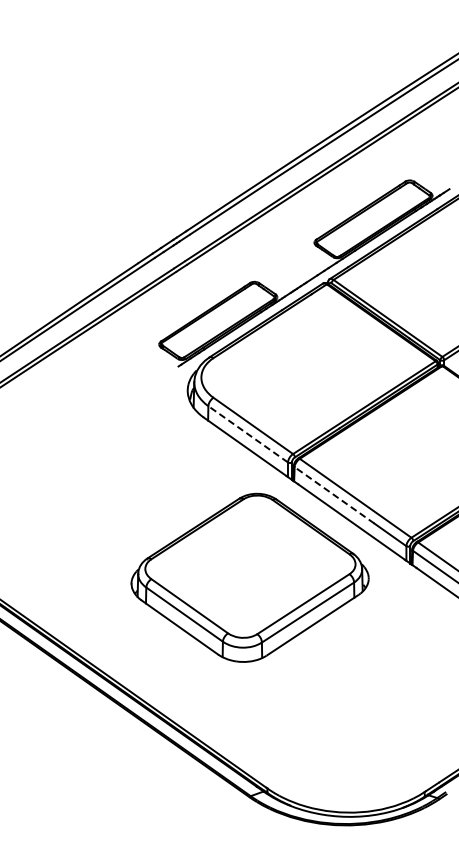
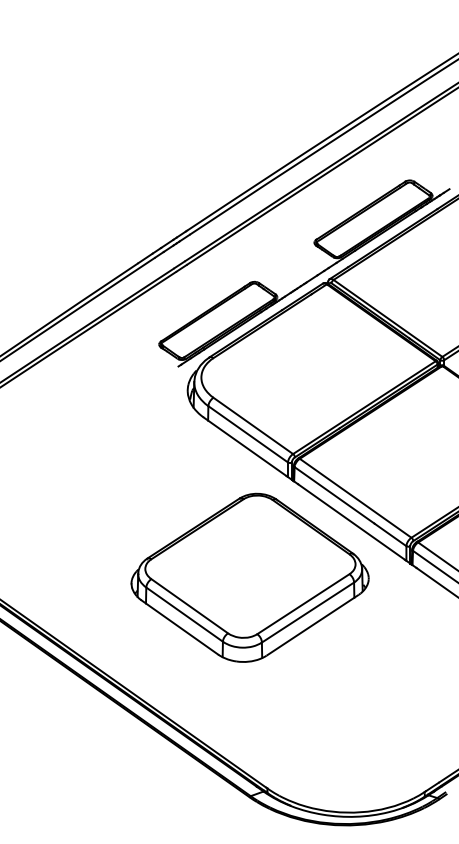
line at (248, 434): dashed -> solid
line at (334, 495): dashed -> solid
